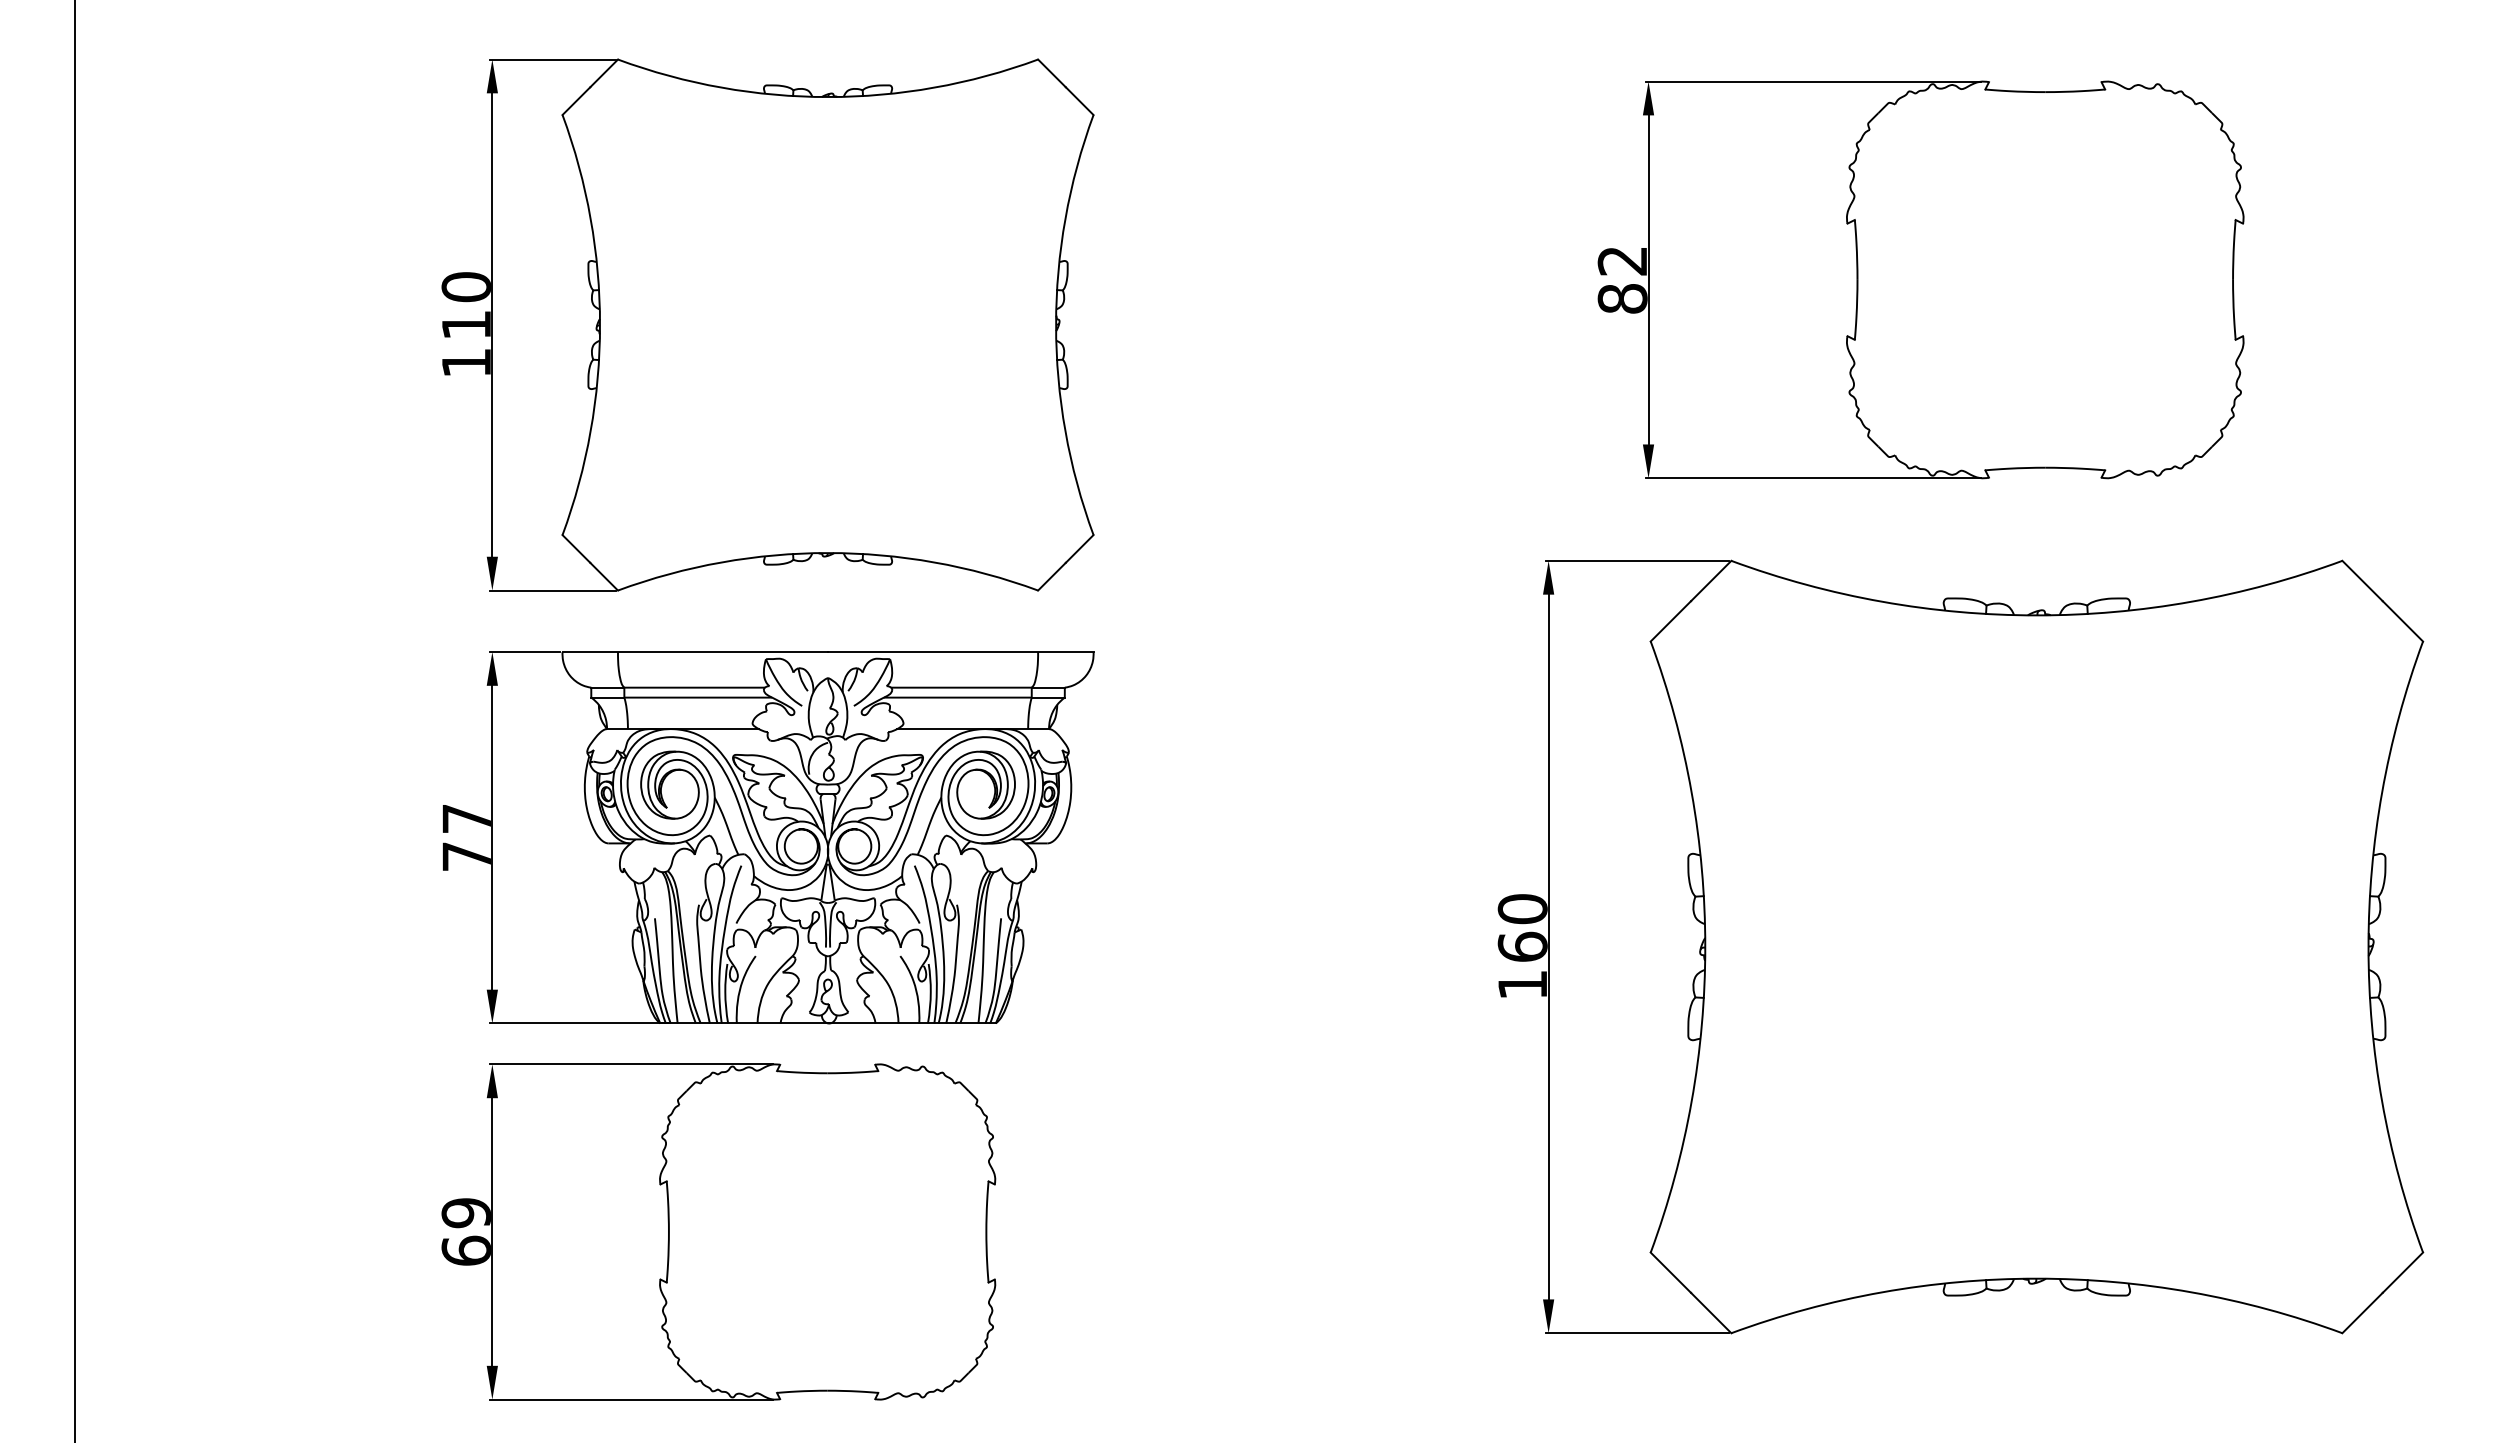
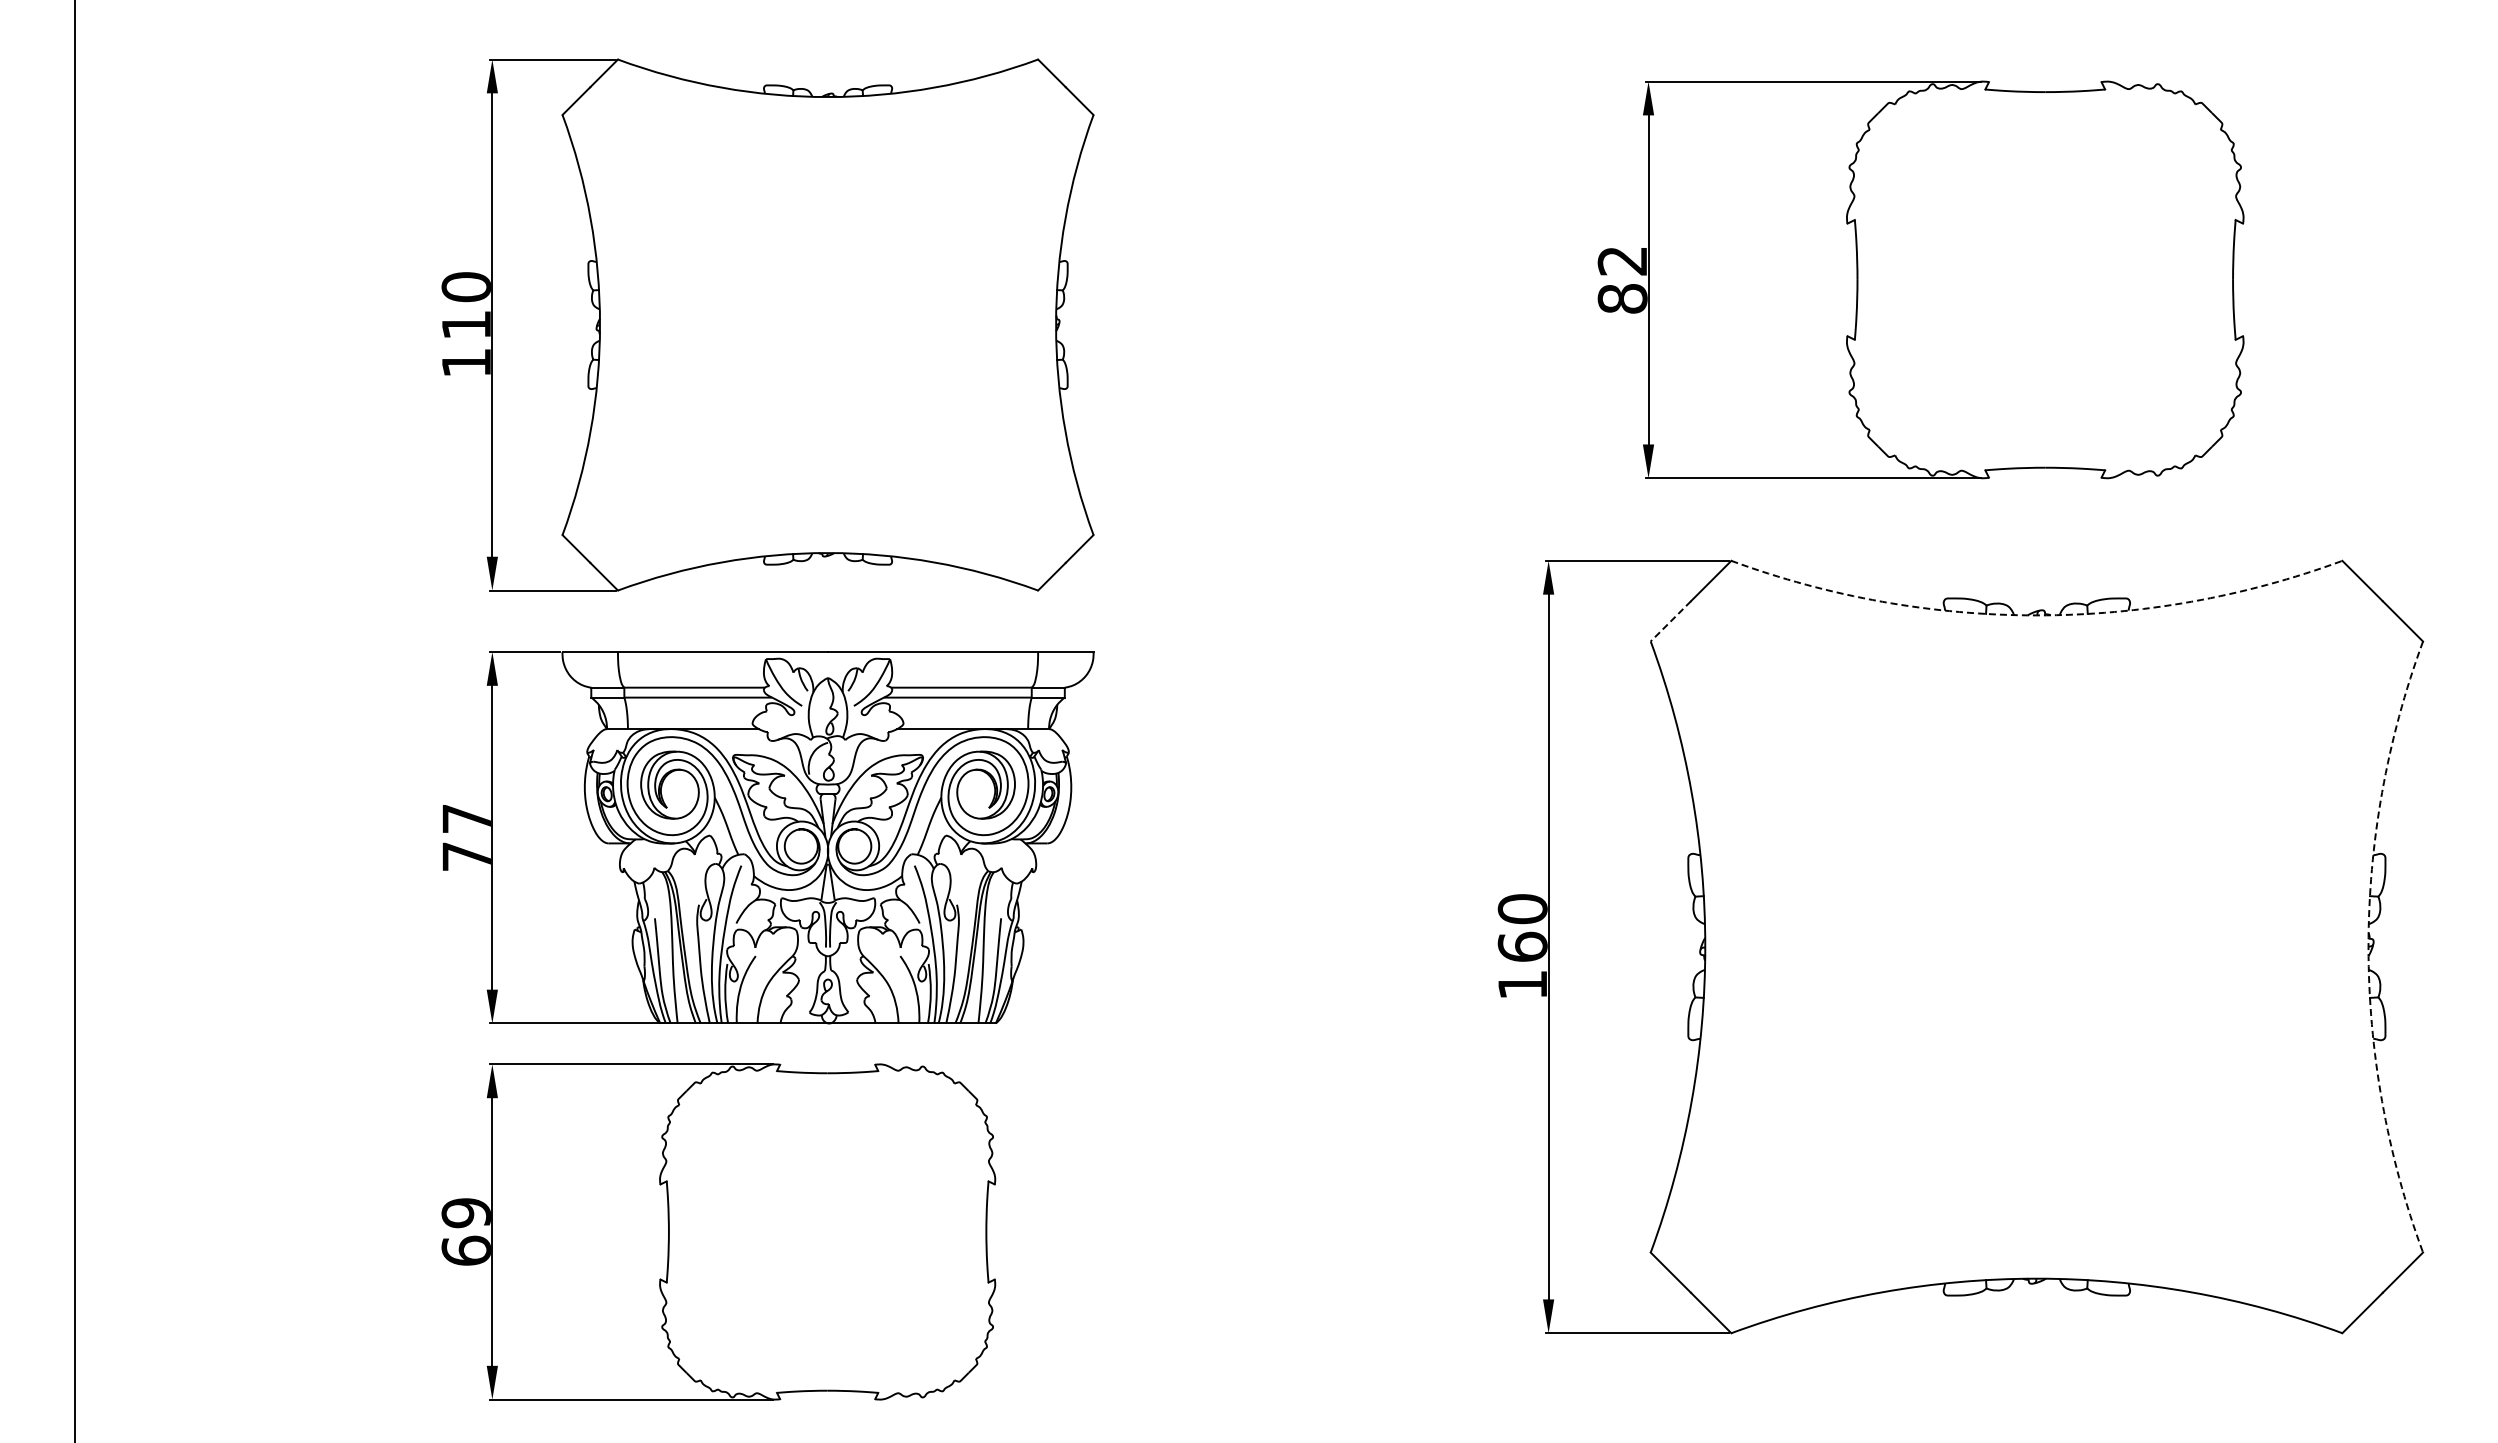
arc at (2036, 615): solid -> dashed
line at (1670, 621): solid -> dashed
arc at (2368, 947): solid -> dashed
